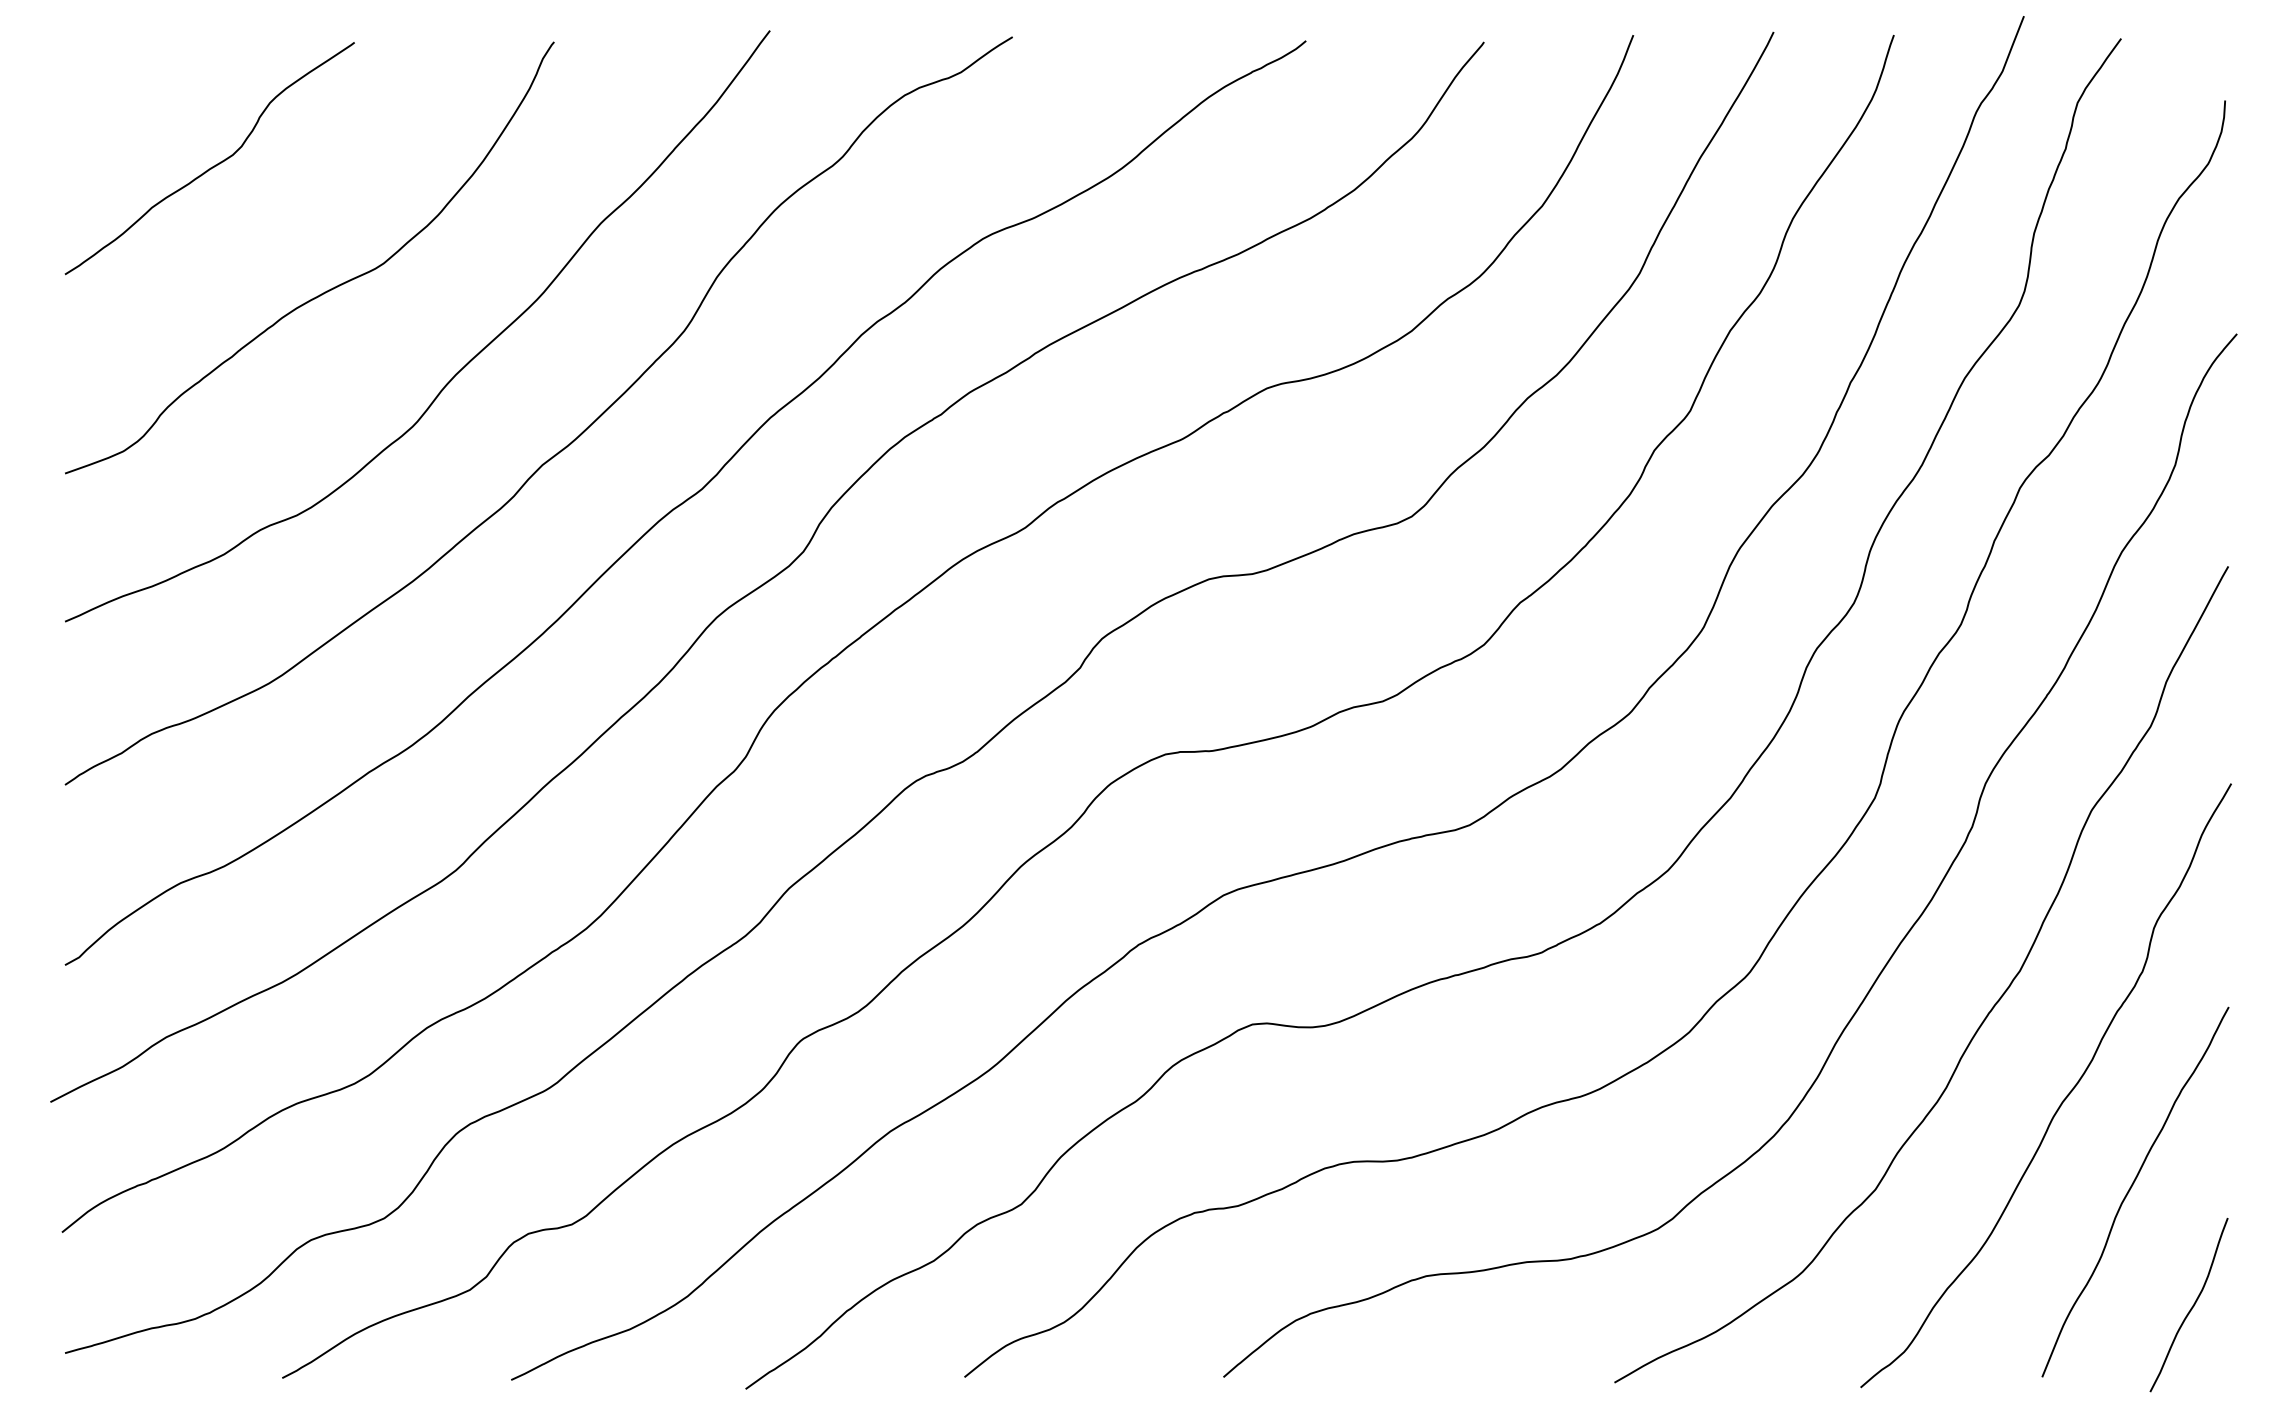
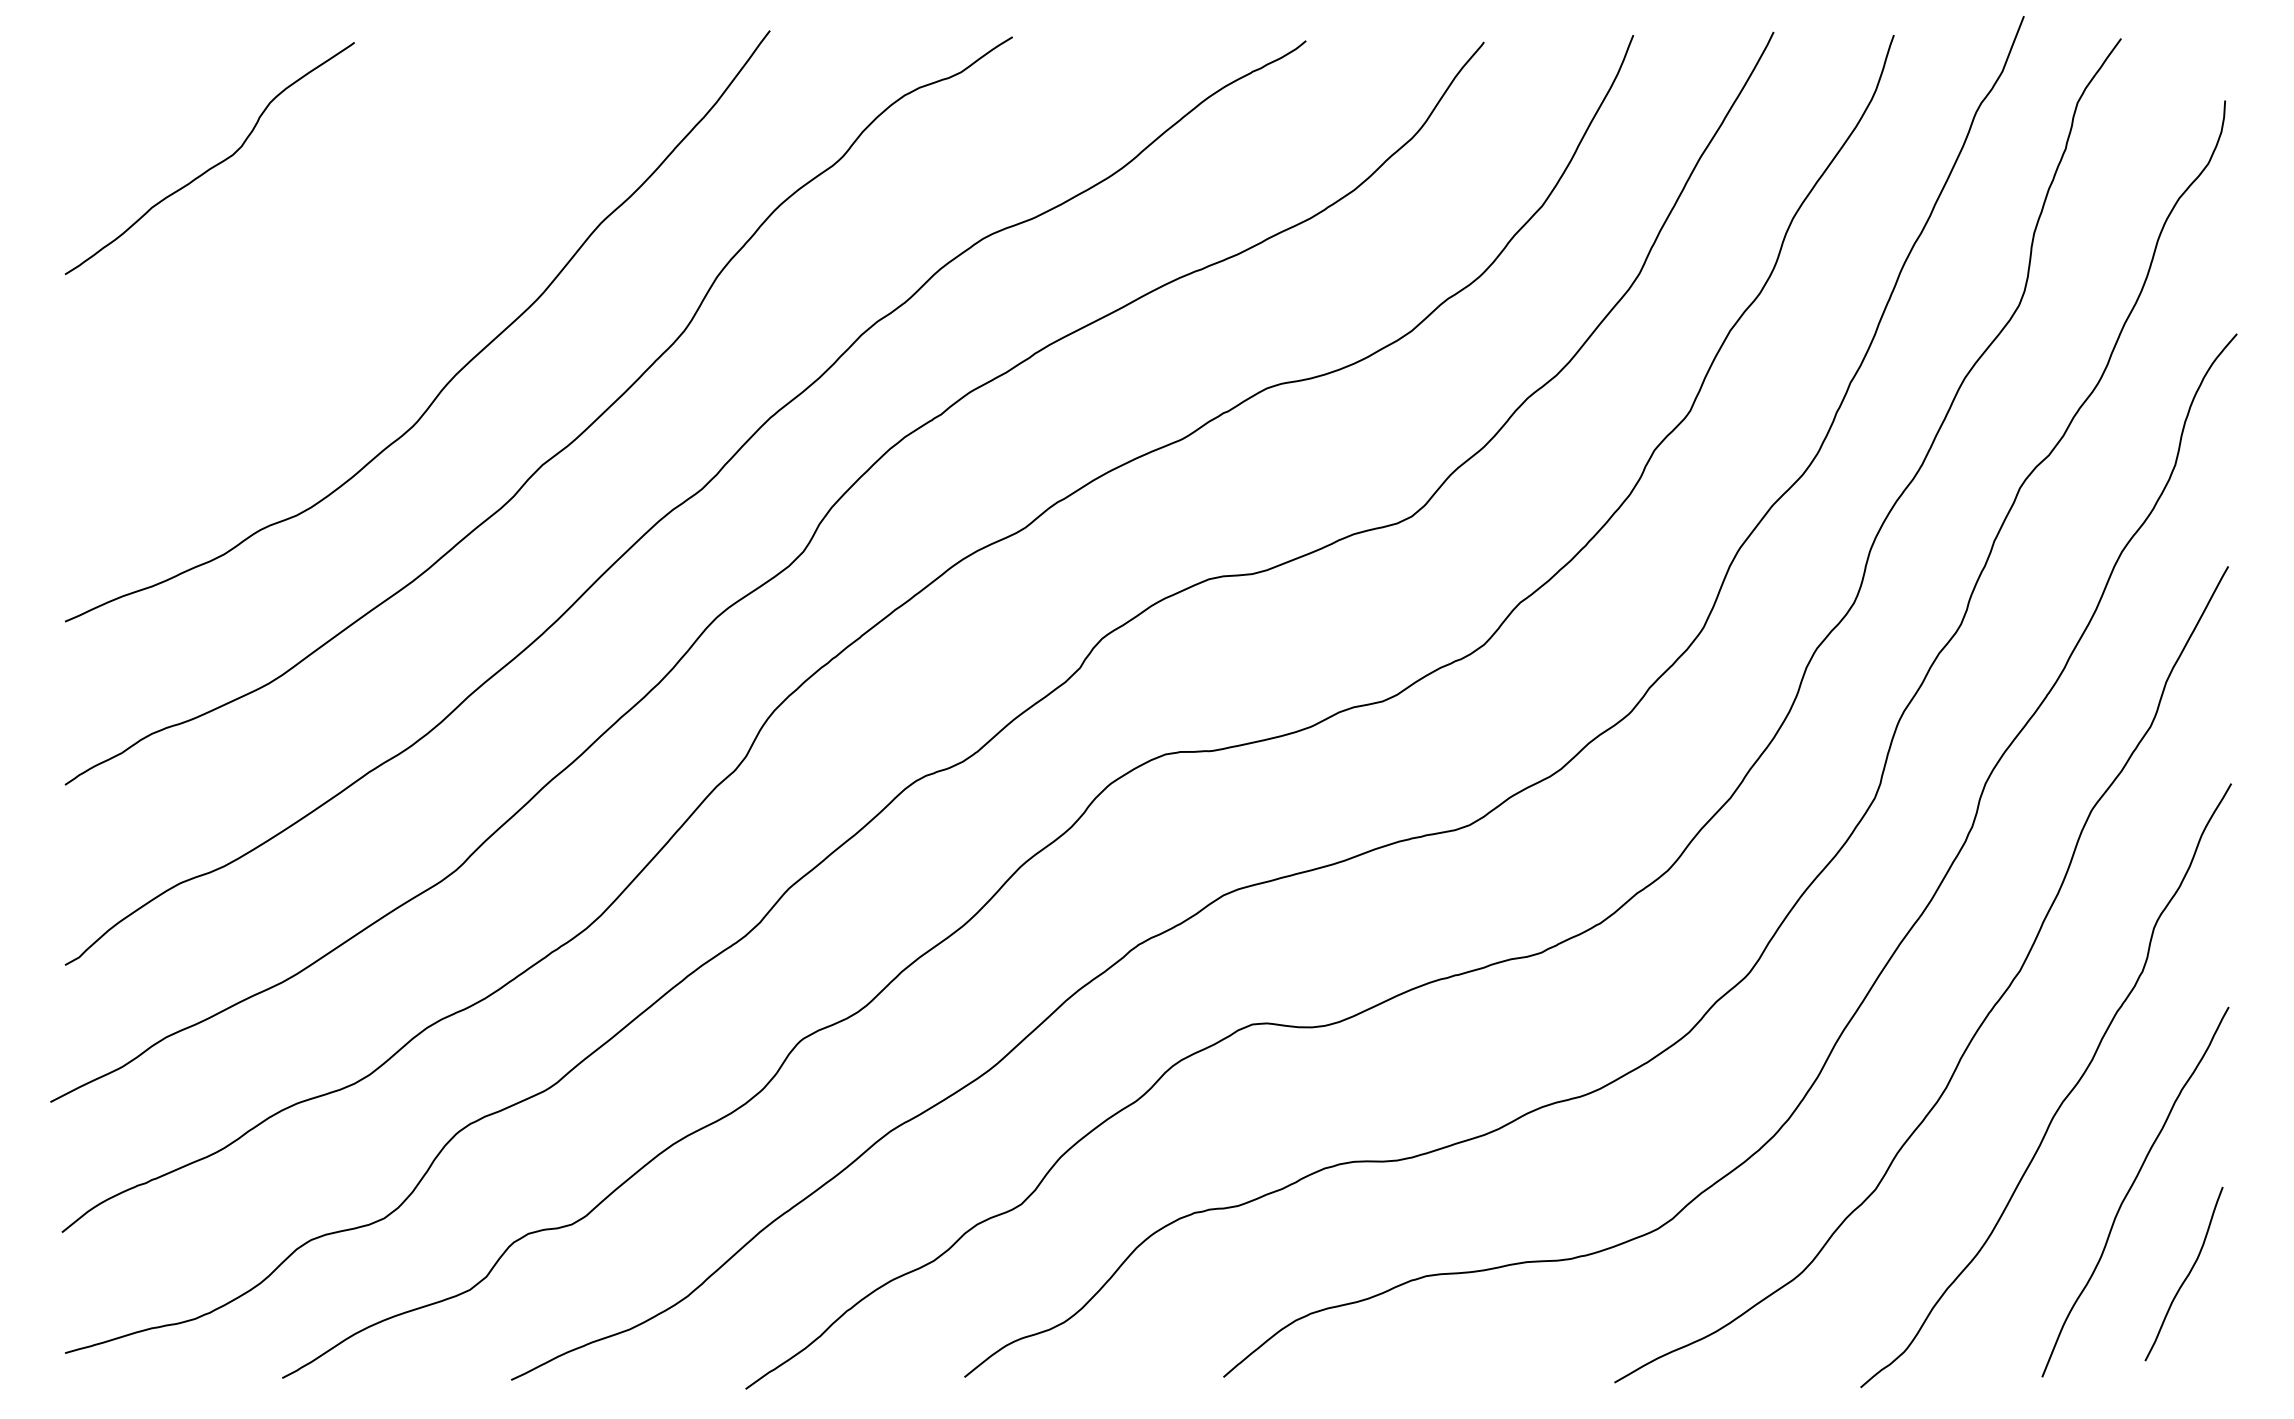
curve at (326, 290): present -> none
curve at (2192, 1305) position: (2192, 1305) -> (2187, 1274)
